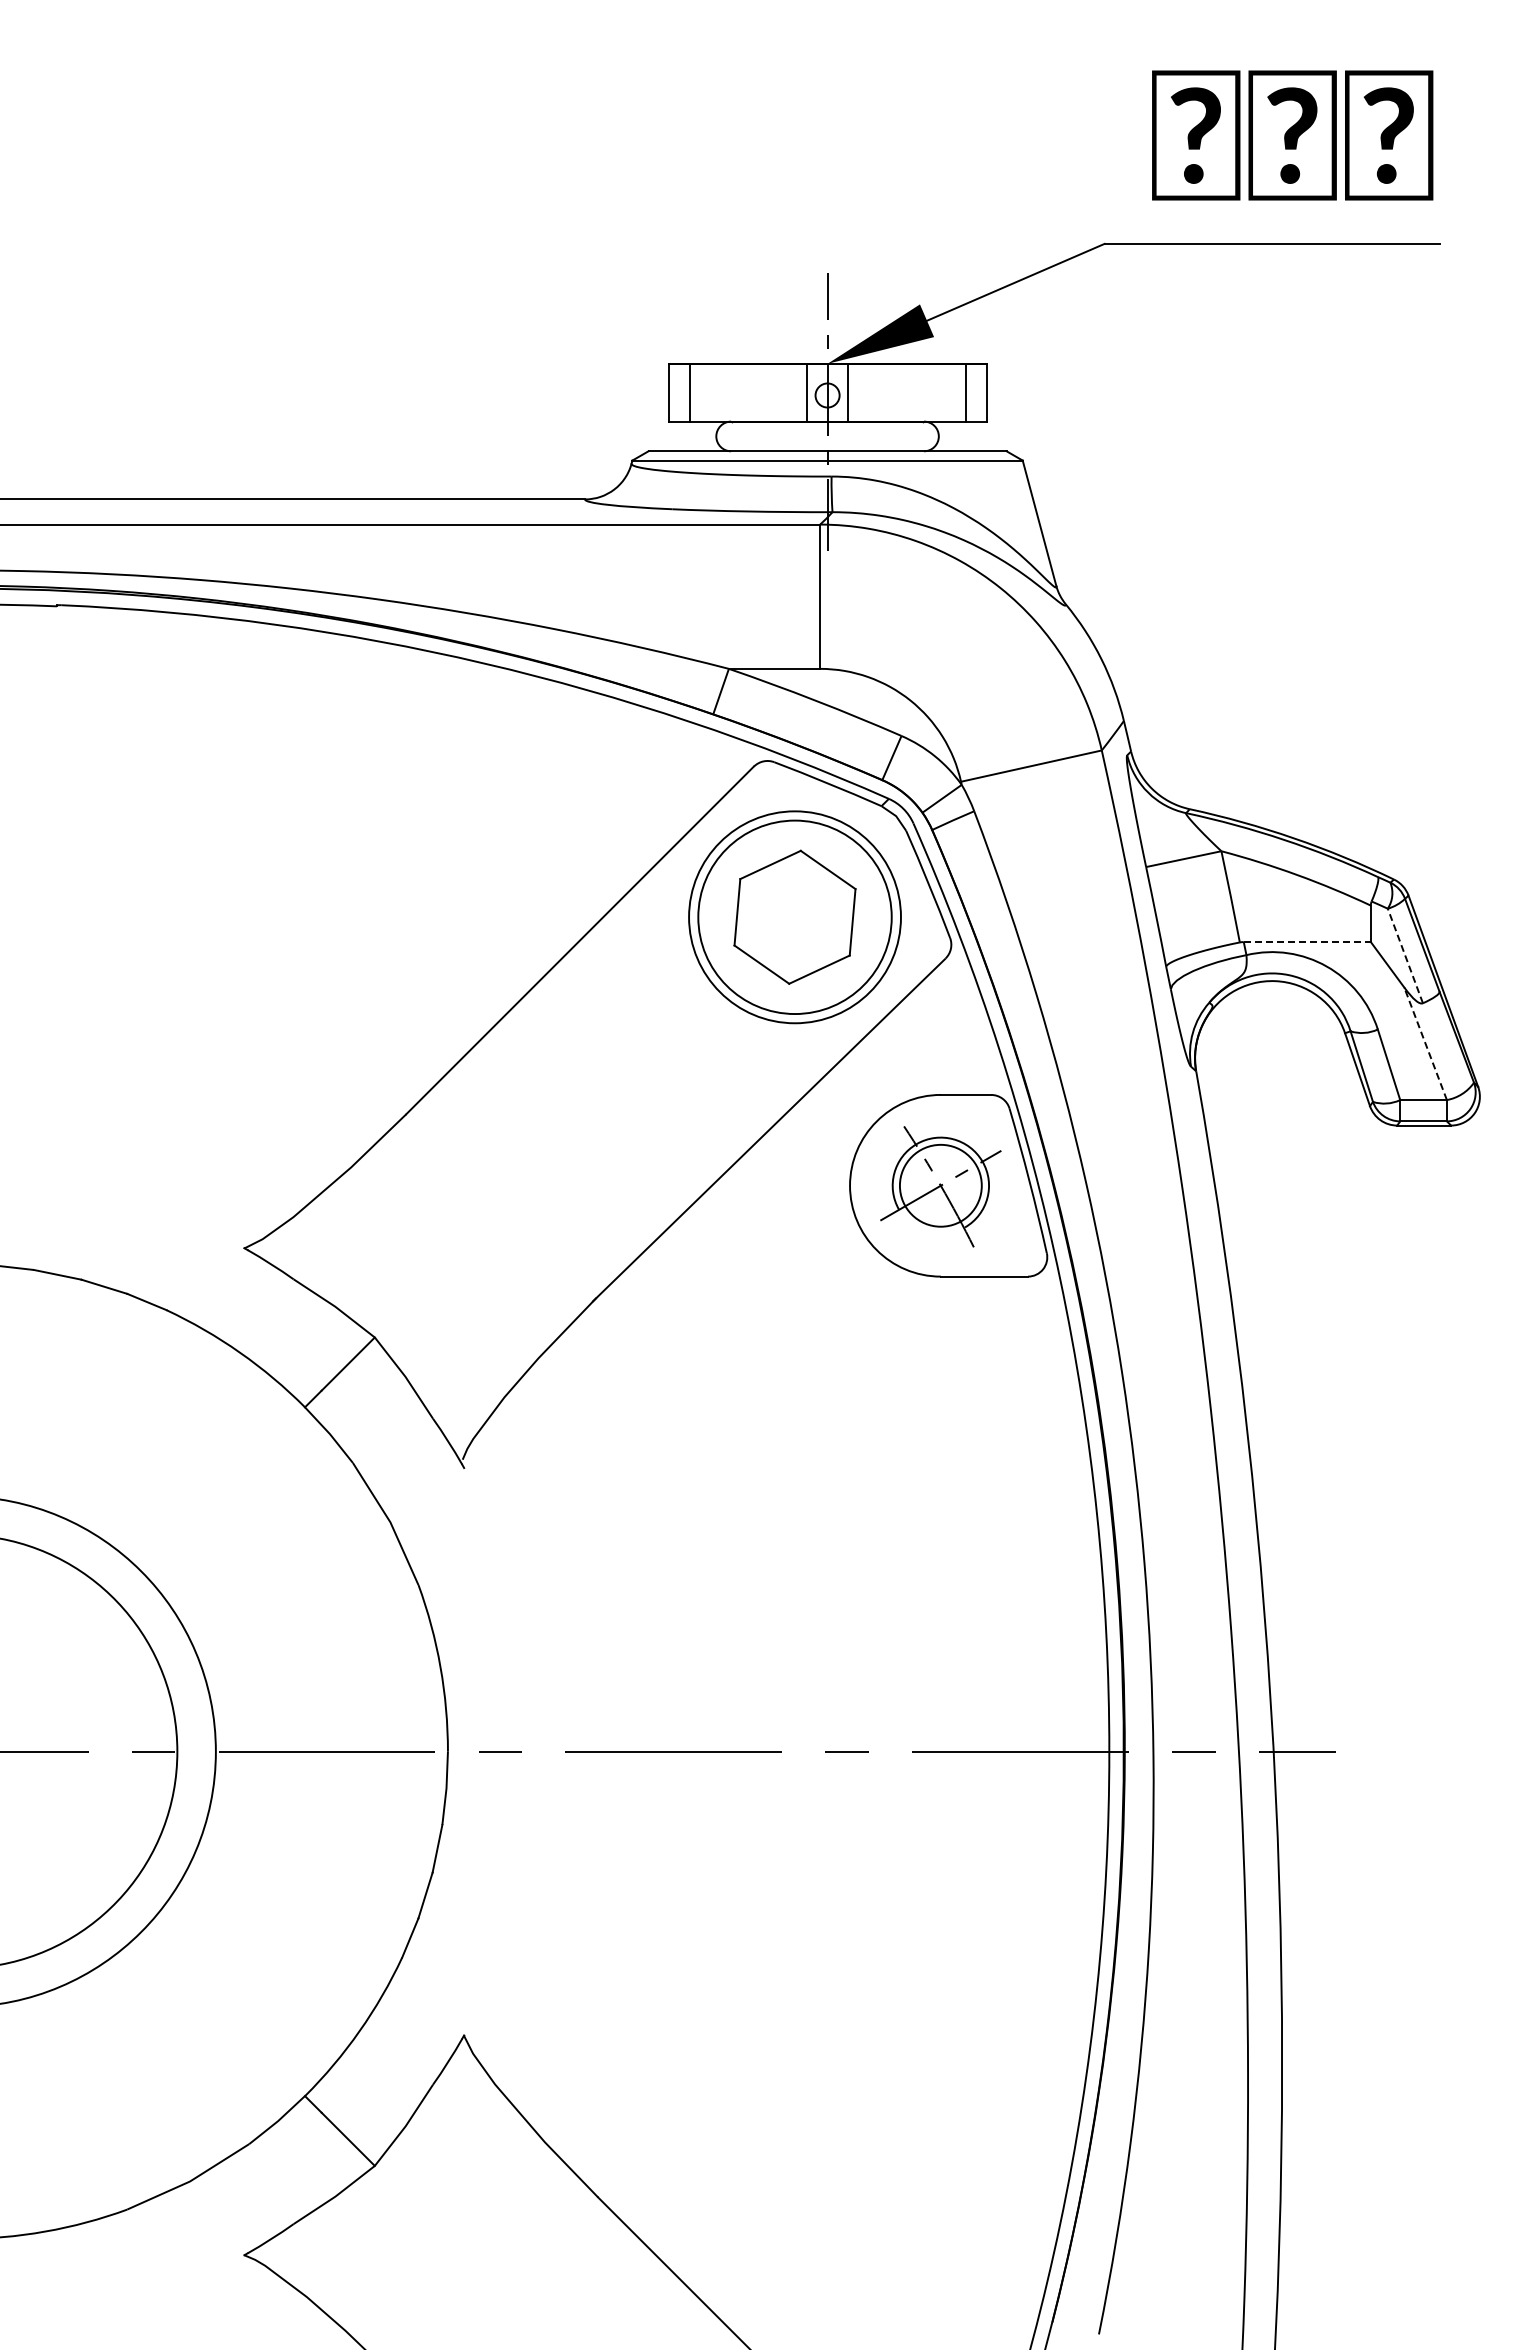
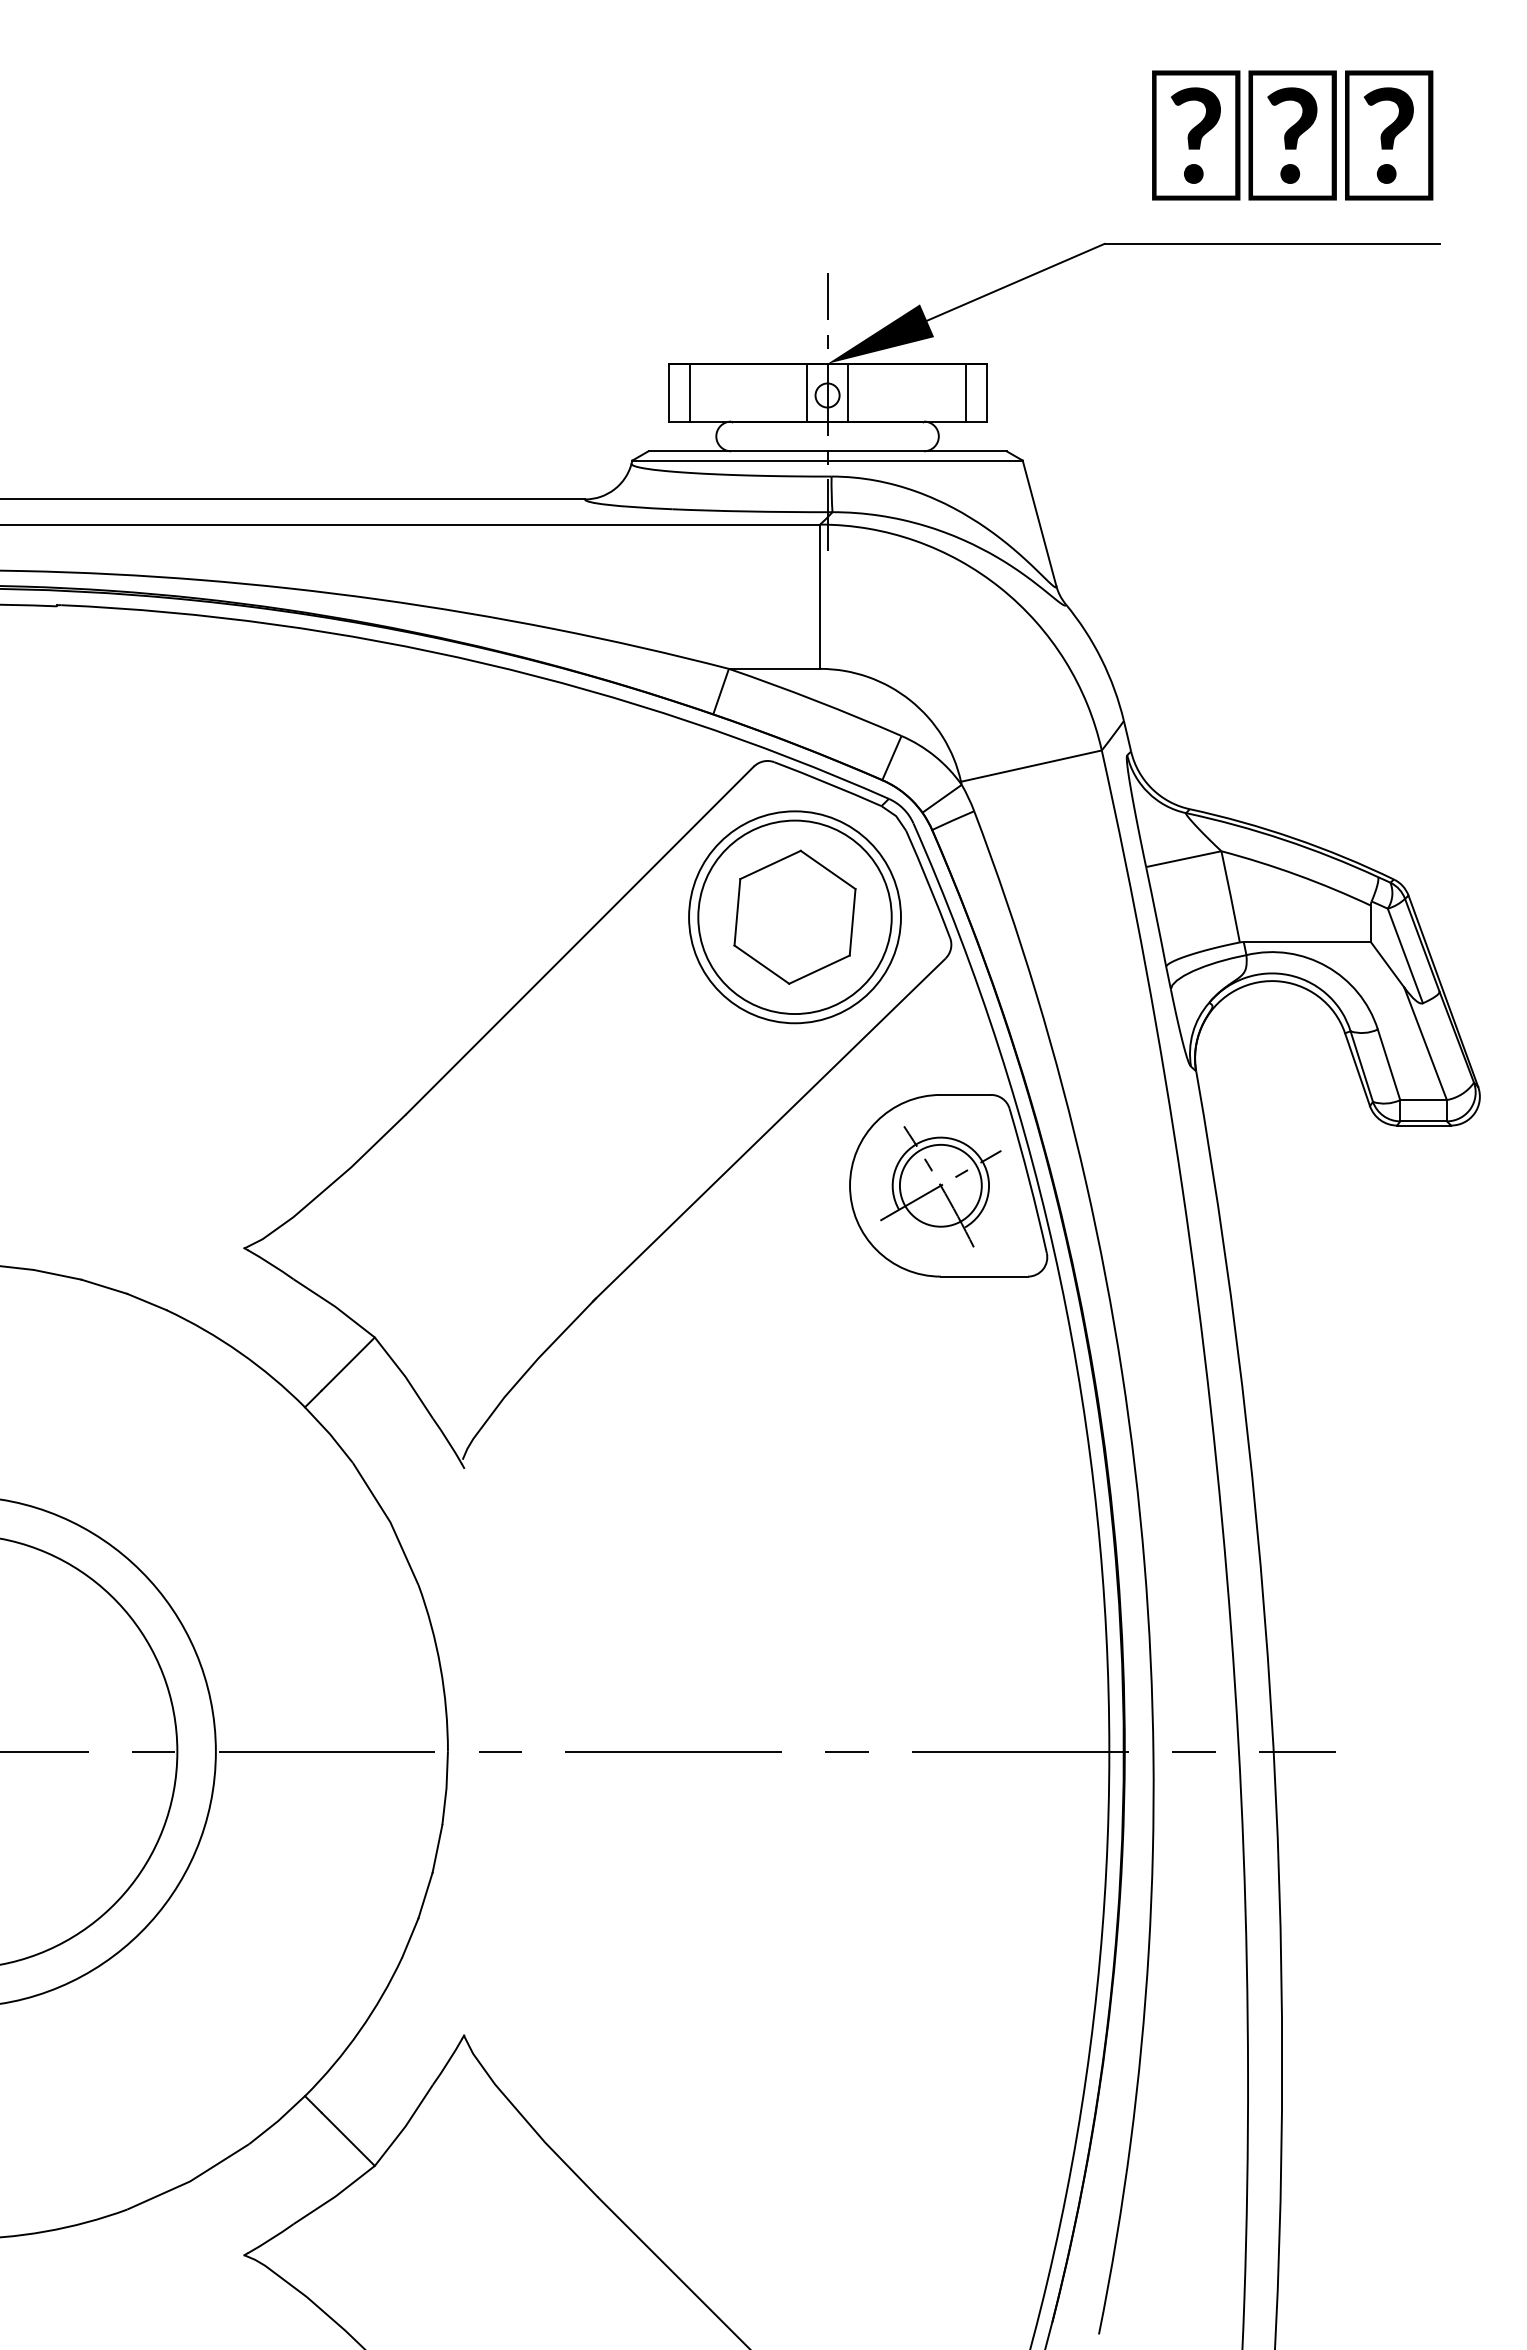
line at (1307, 942): dashed -> solid
line at (1405, 955): dashed -> solid
line at (1425, 1043): dashed -> solid
